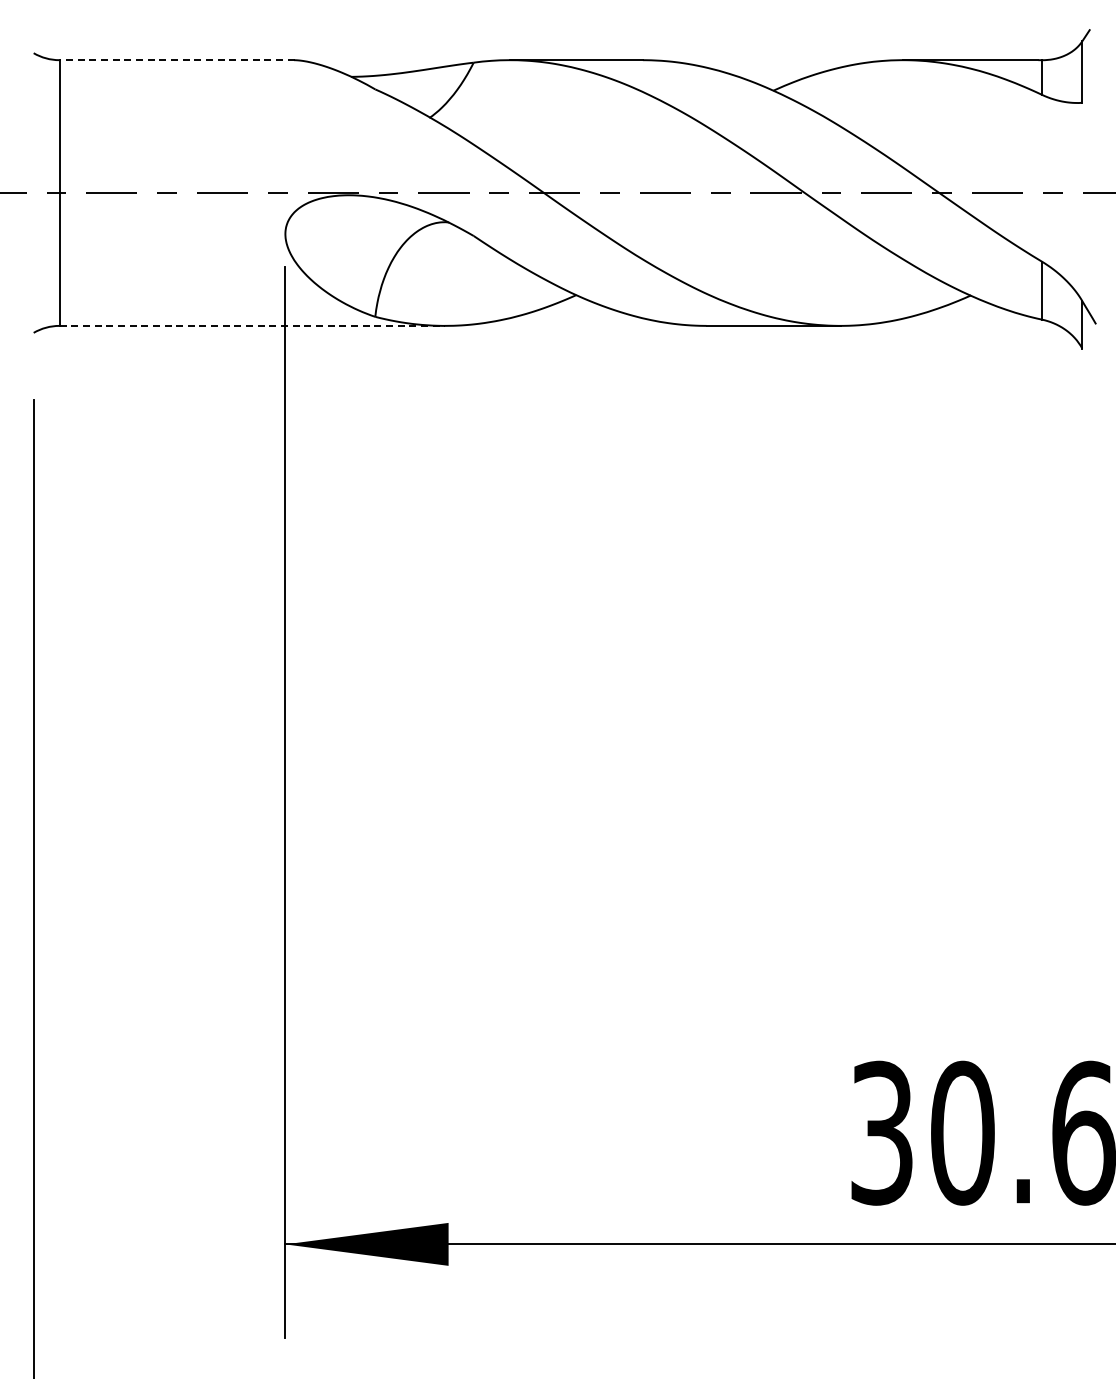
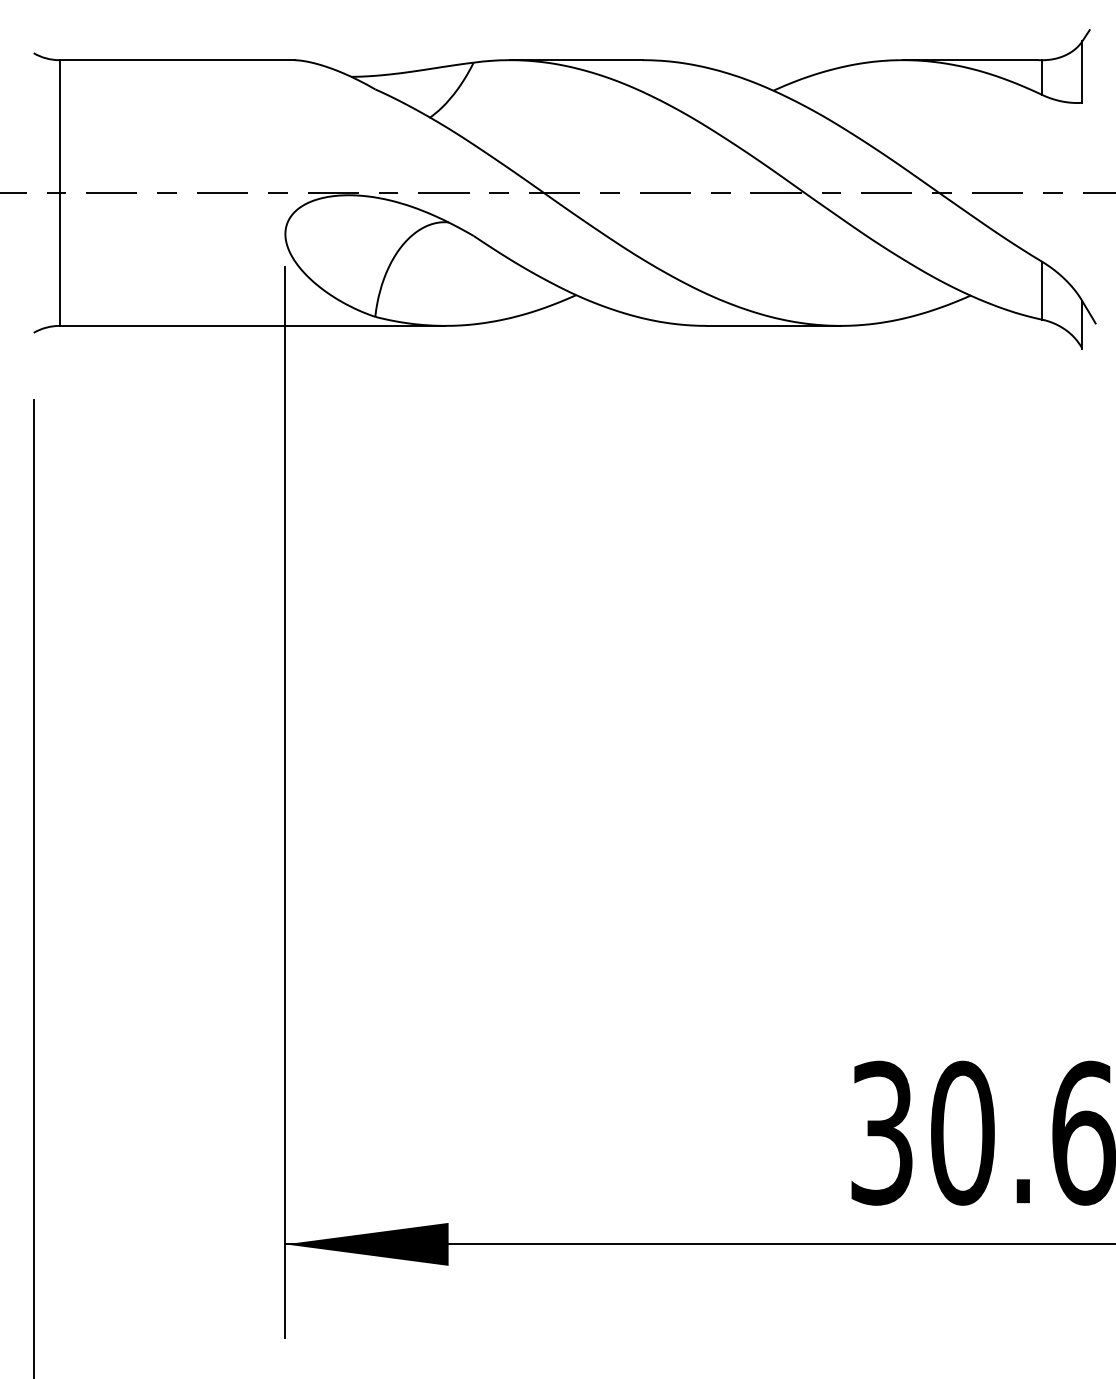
line at (177, 60): dashed -> solid
line at (252, 325): dashed -> solid
